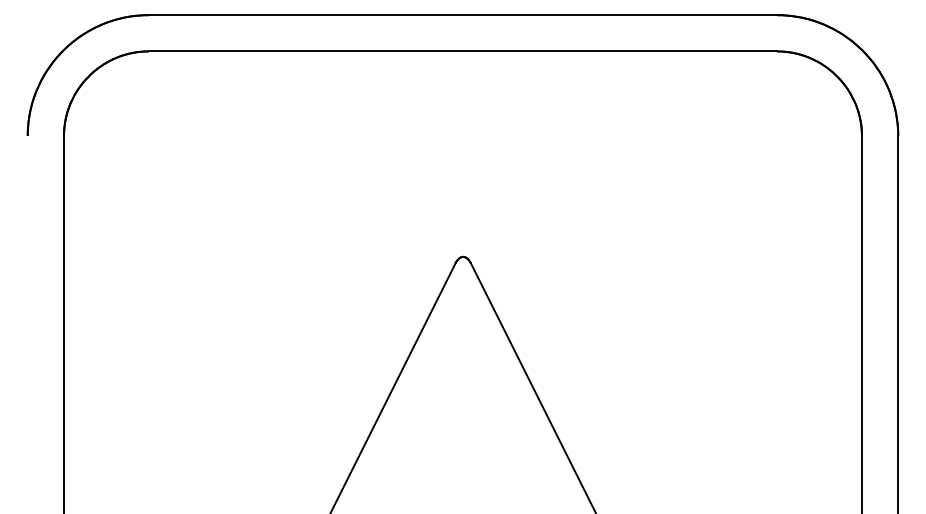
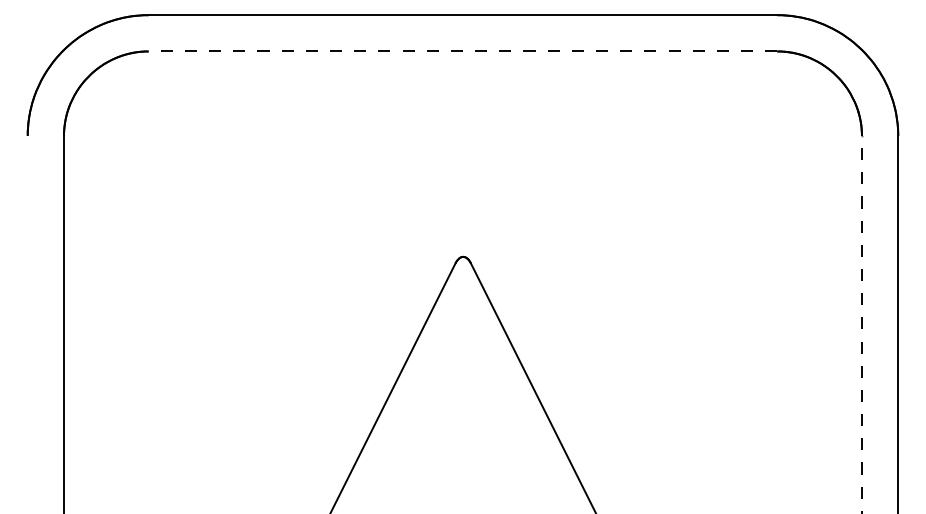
line at (462, 51): solid -> dashed
line at (861, 324): solid -> dashed
